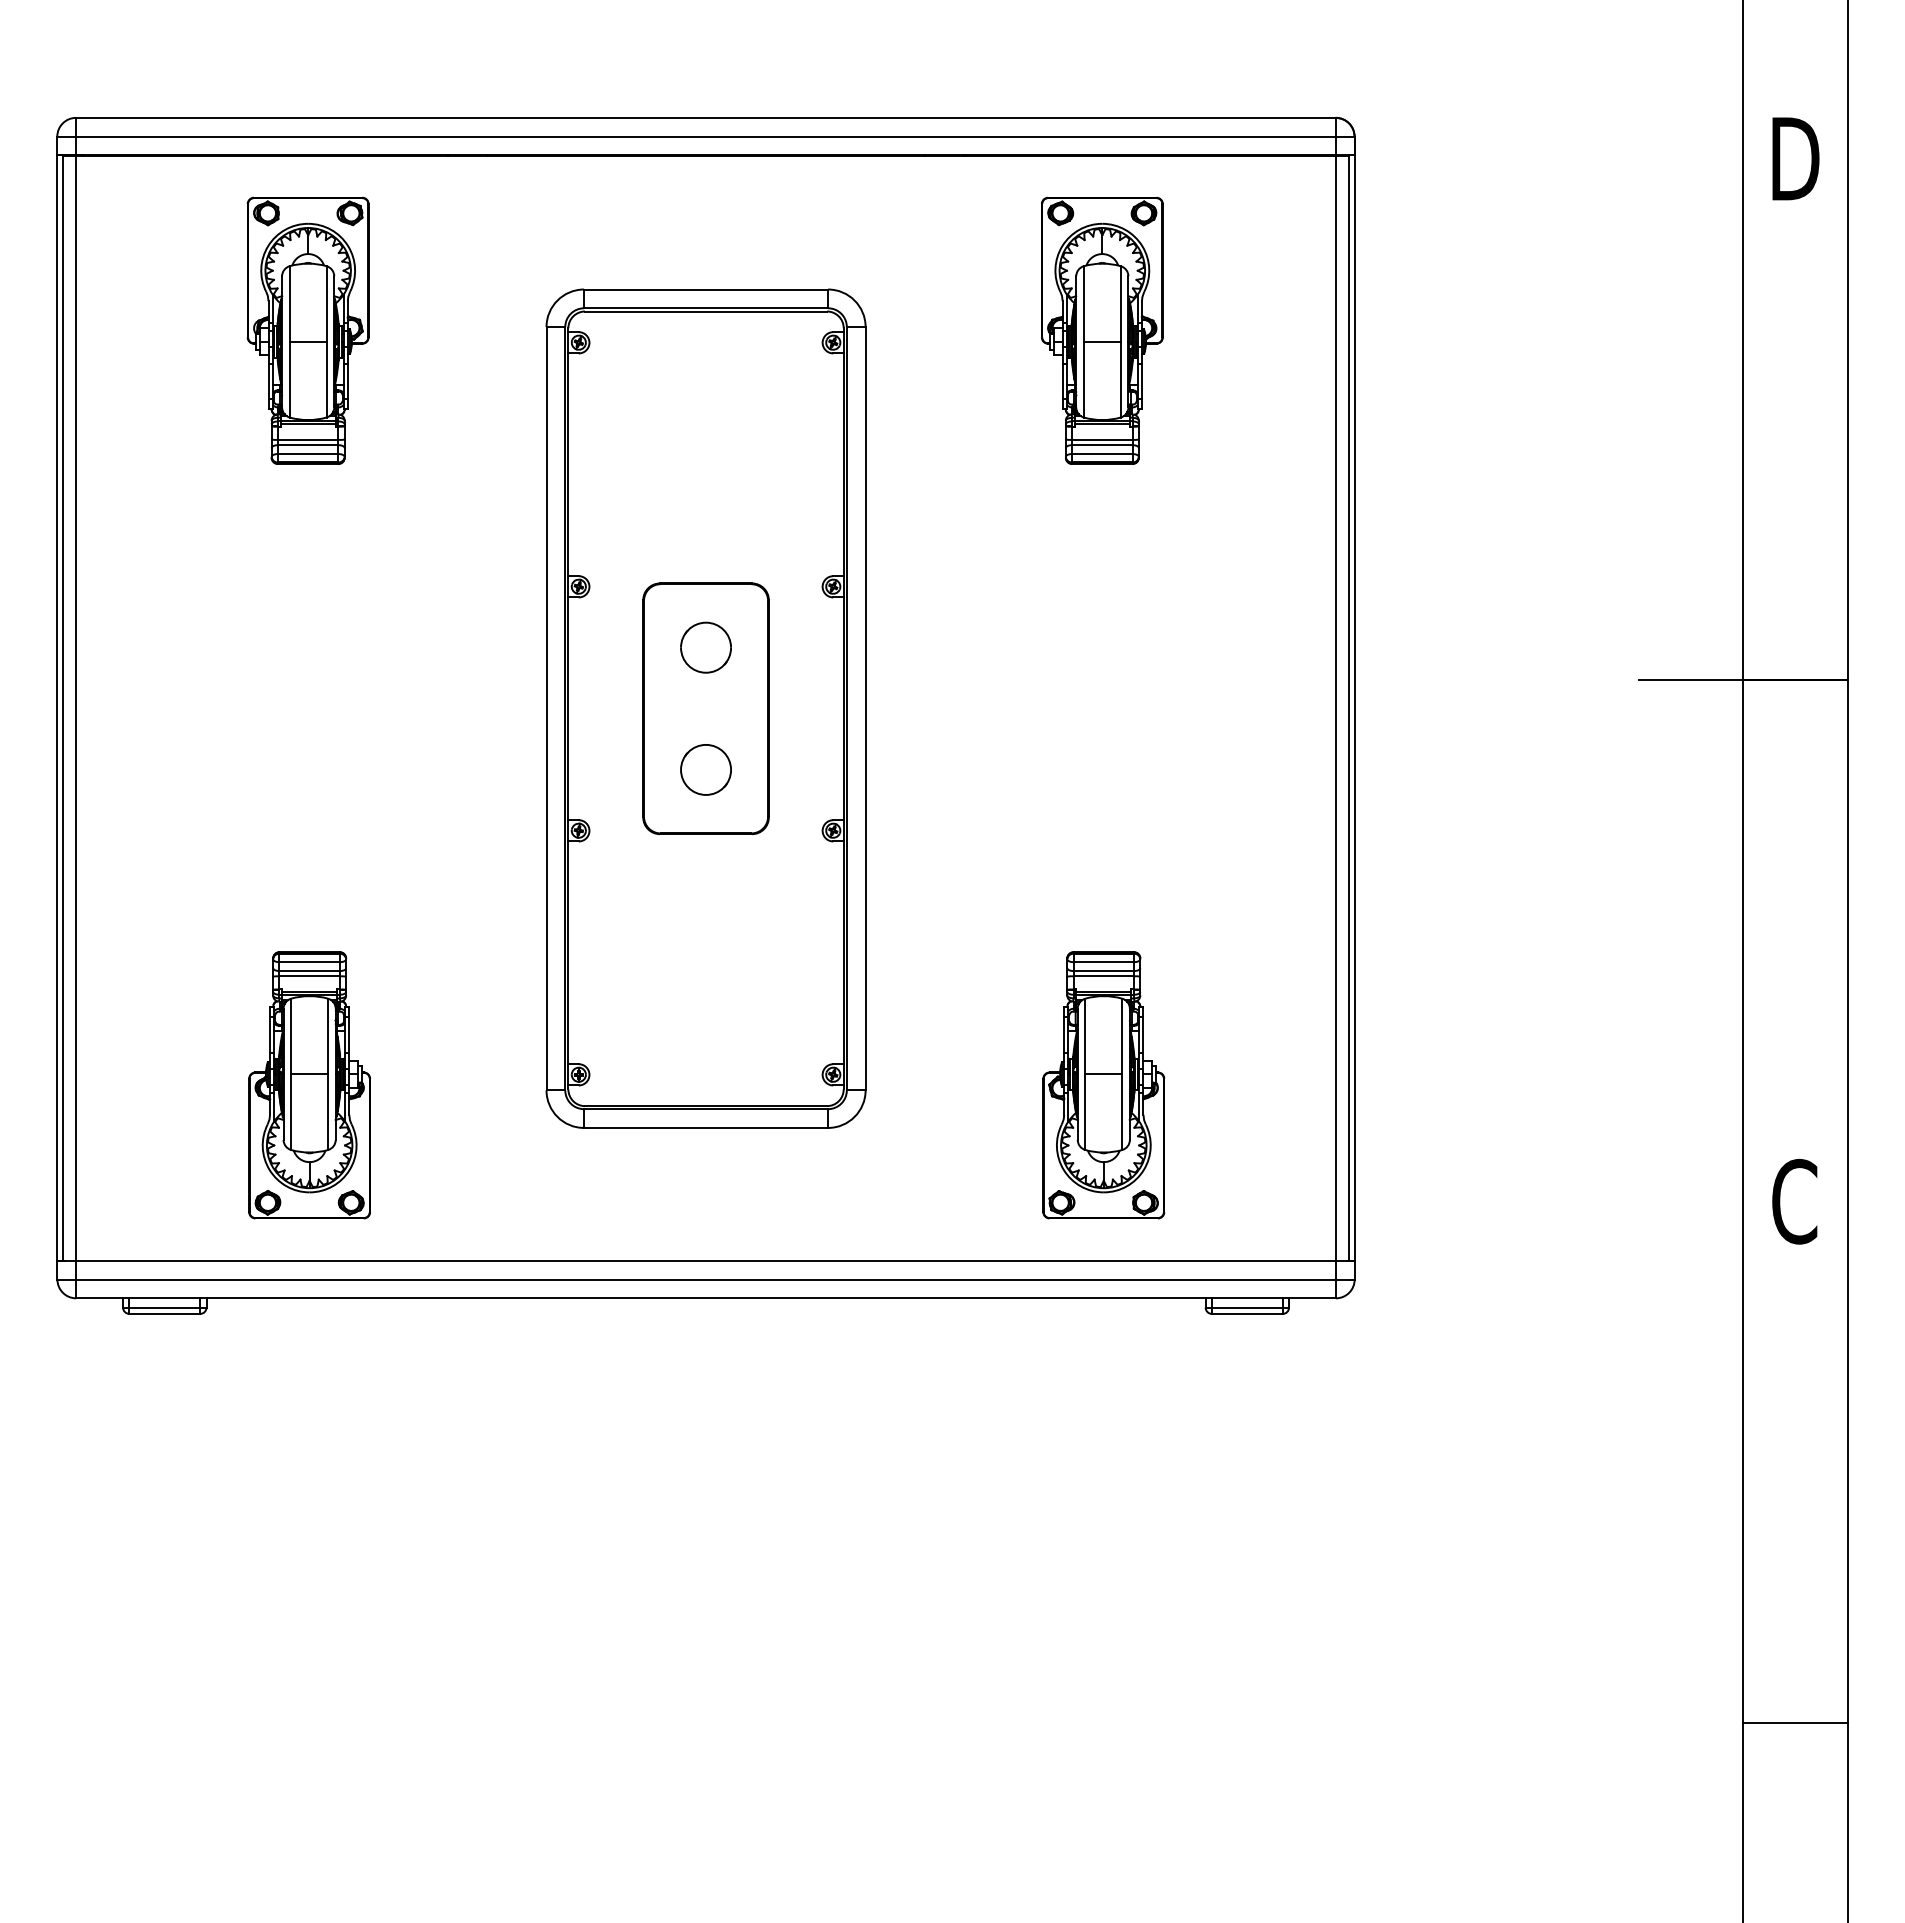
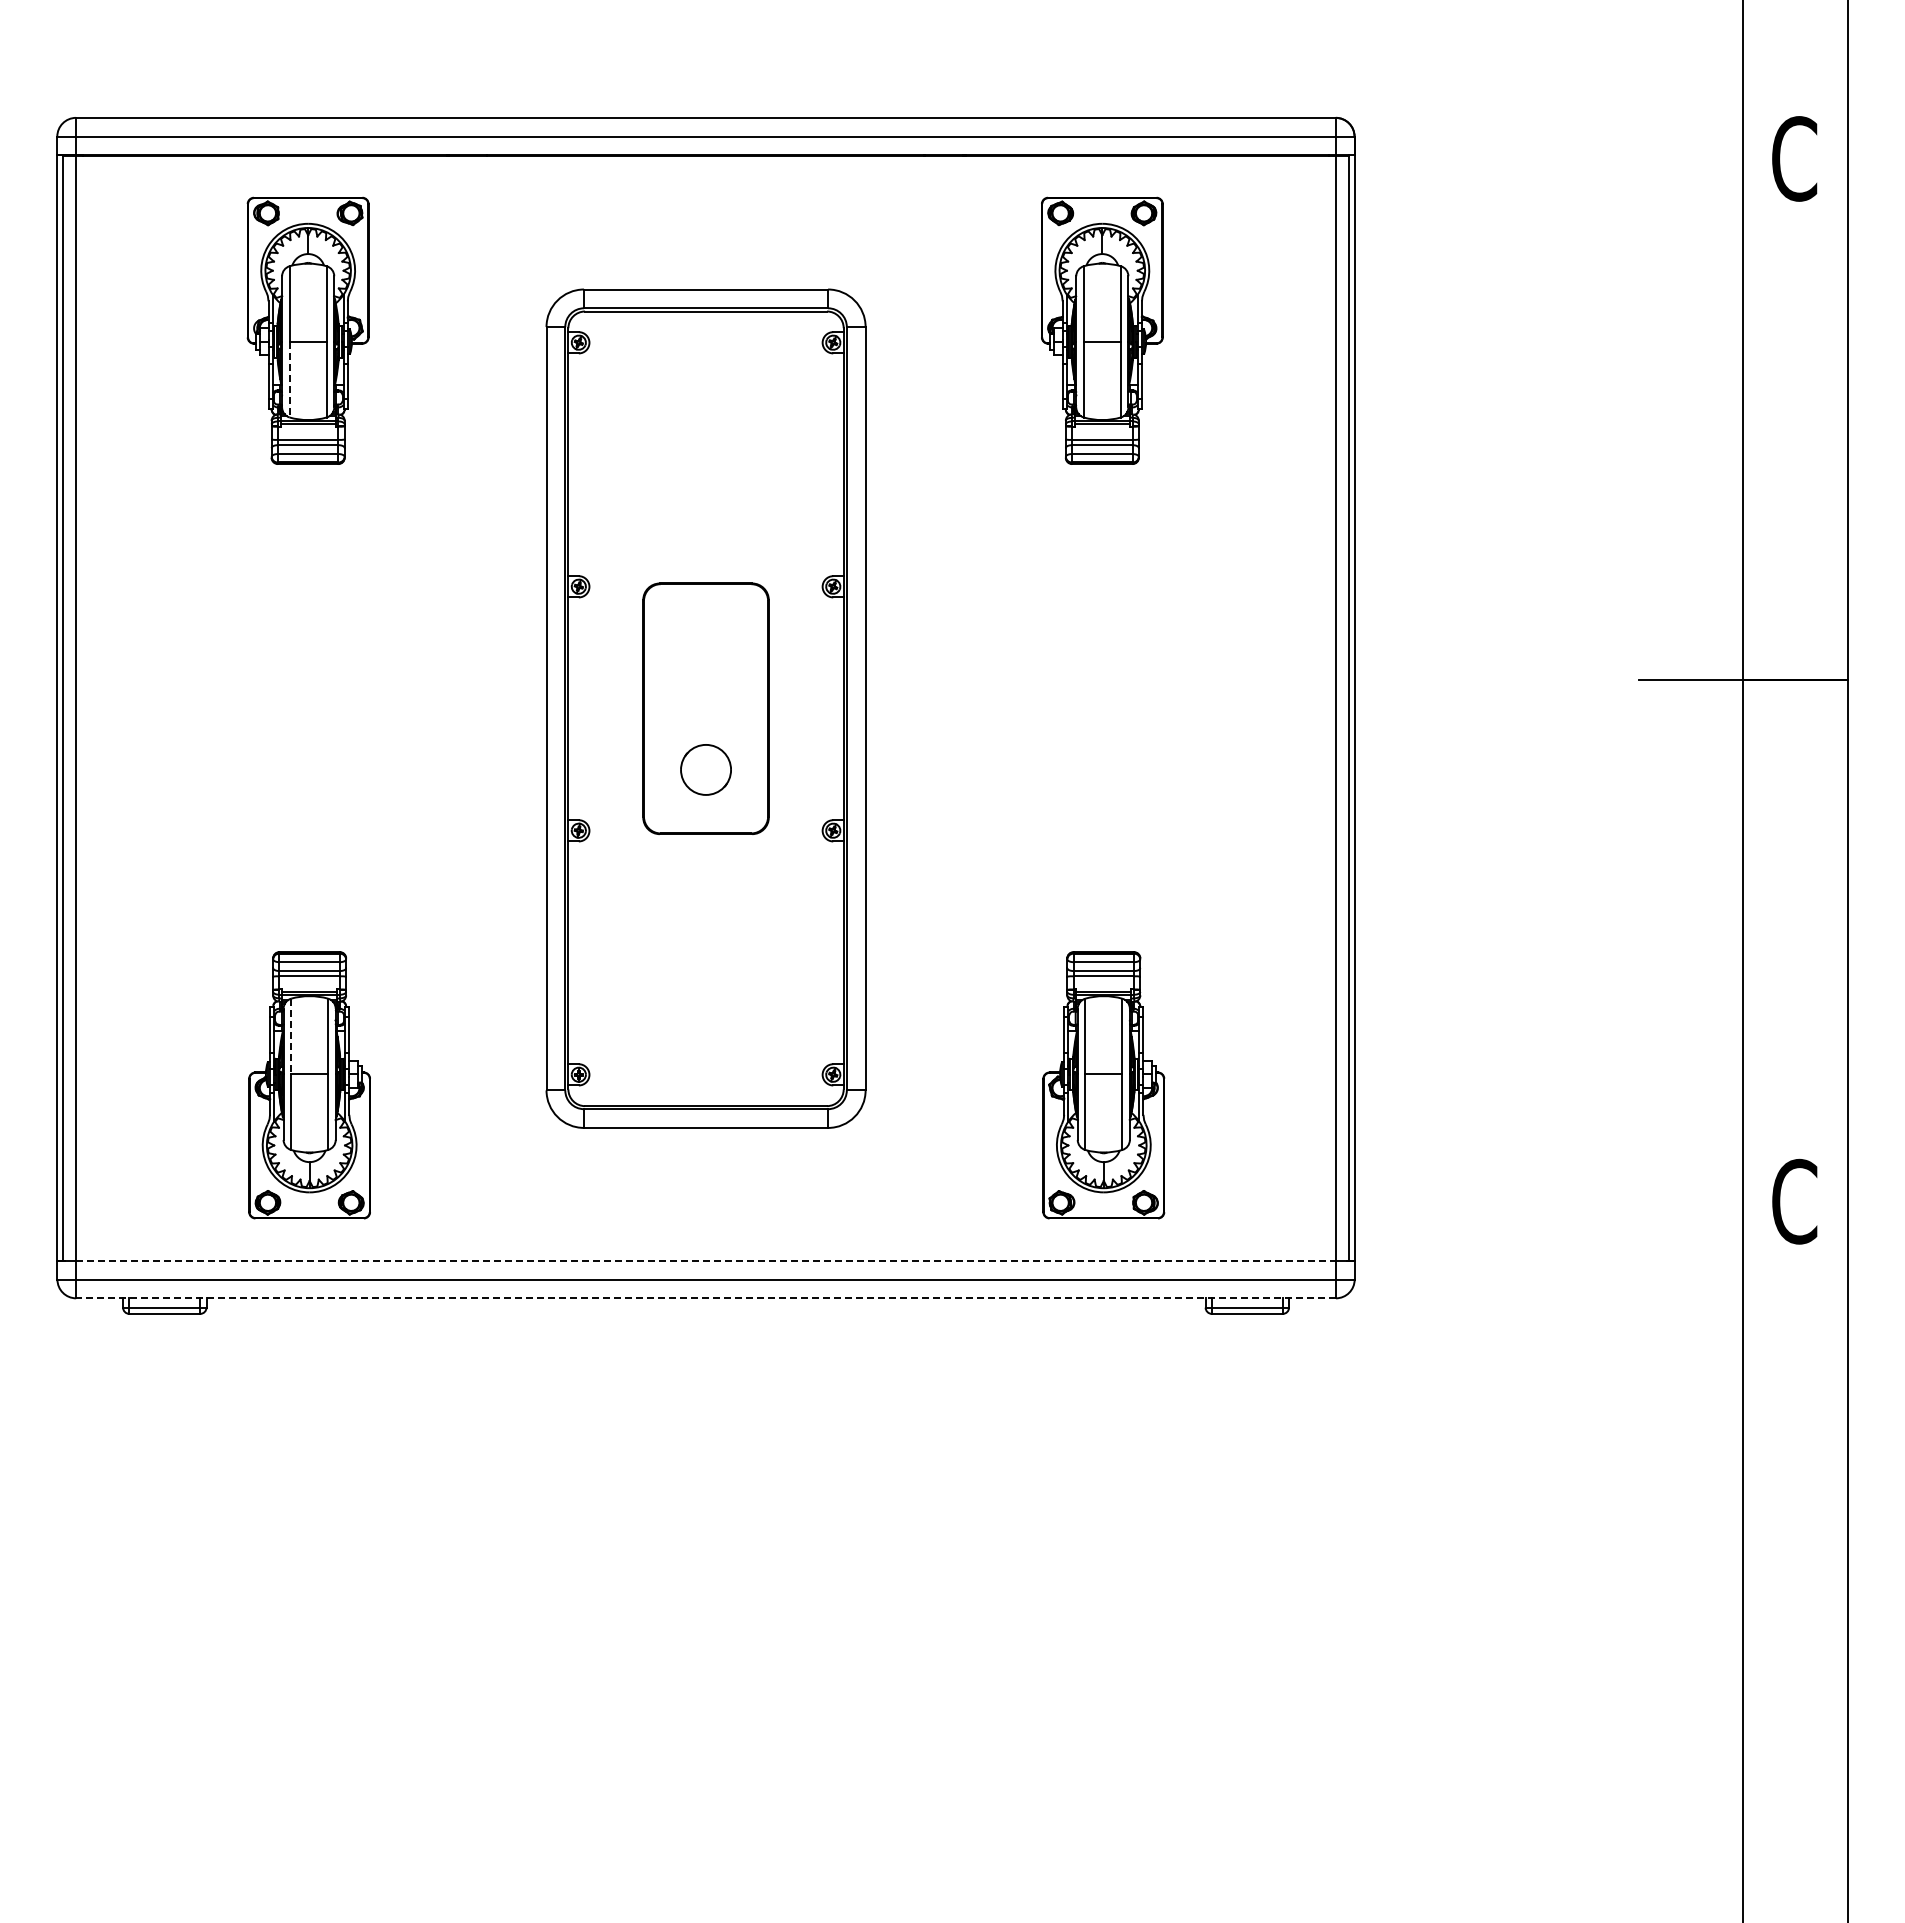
text at (1795, 158): D -> C
line at (289, 379): solid -> dashed
part at (705, 647): present -> none
line at (291, 1036): solid -> dashed
line at (706, 1260): solid -> dashed
line at (706, 1298): solid -> dashed
line at (1795, 1722): present -> none
